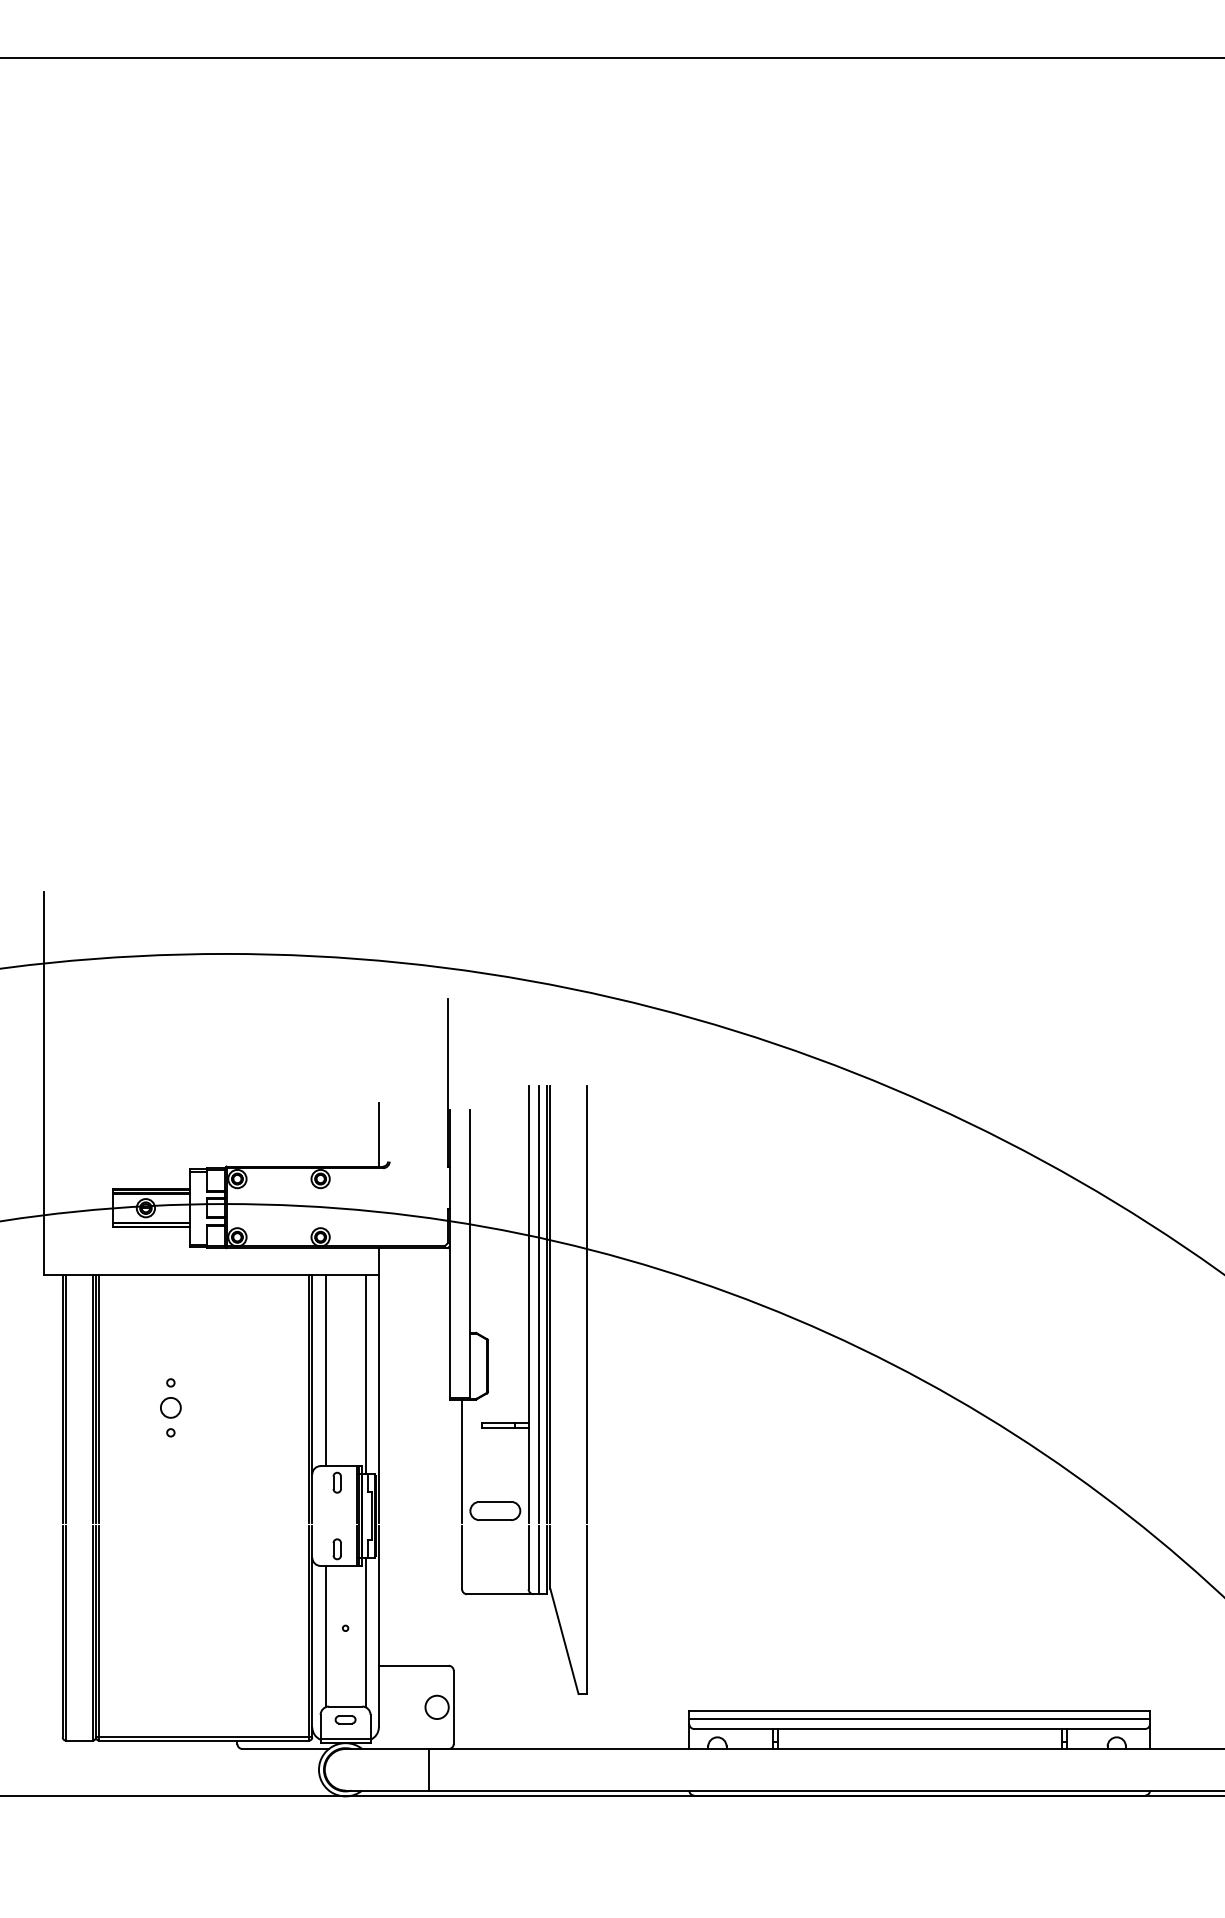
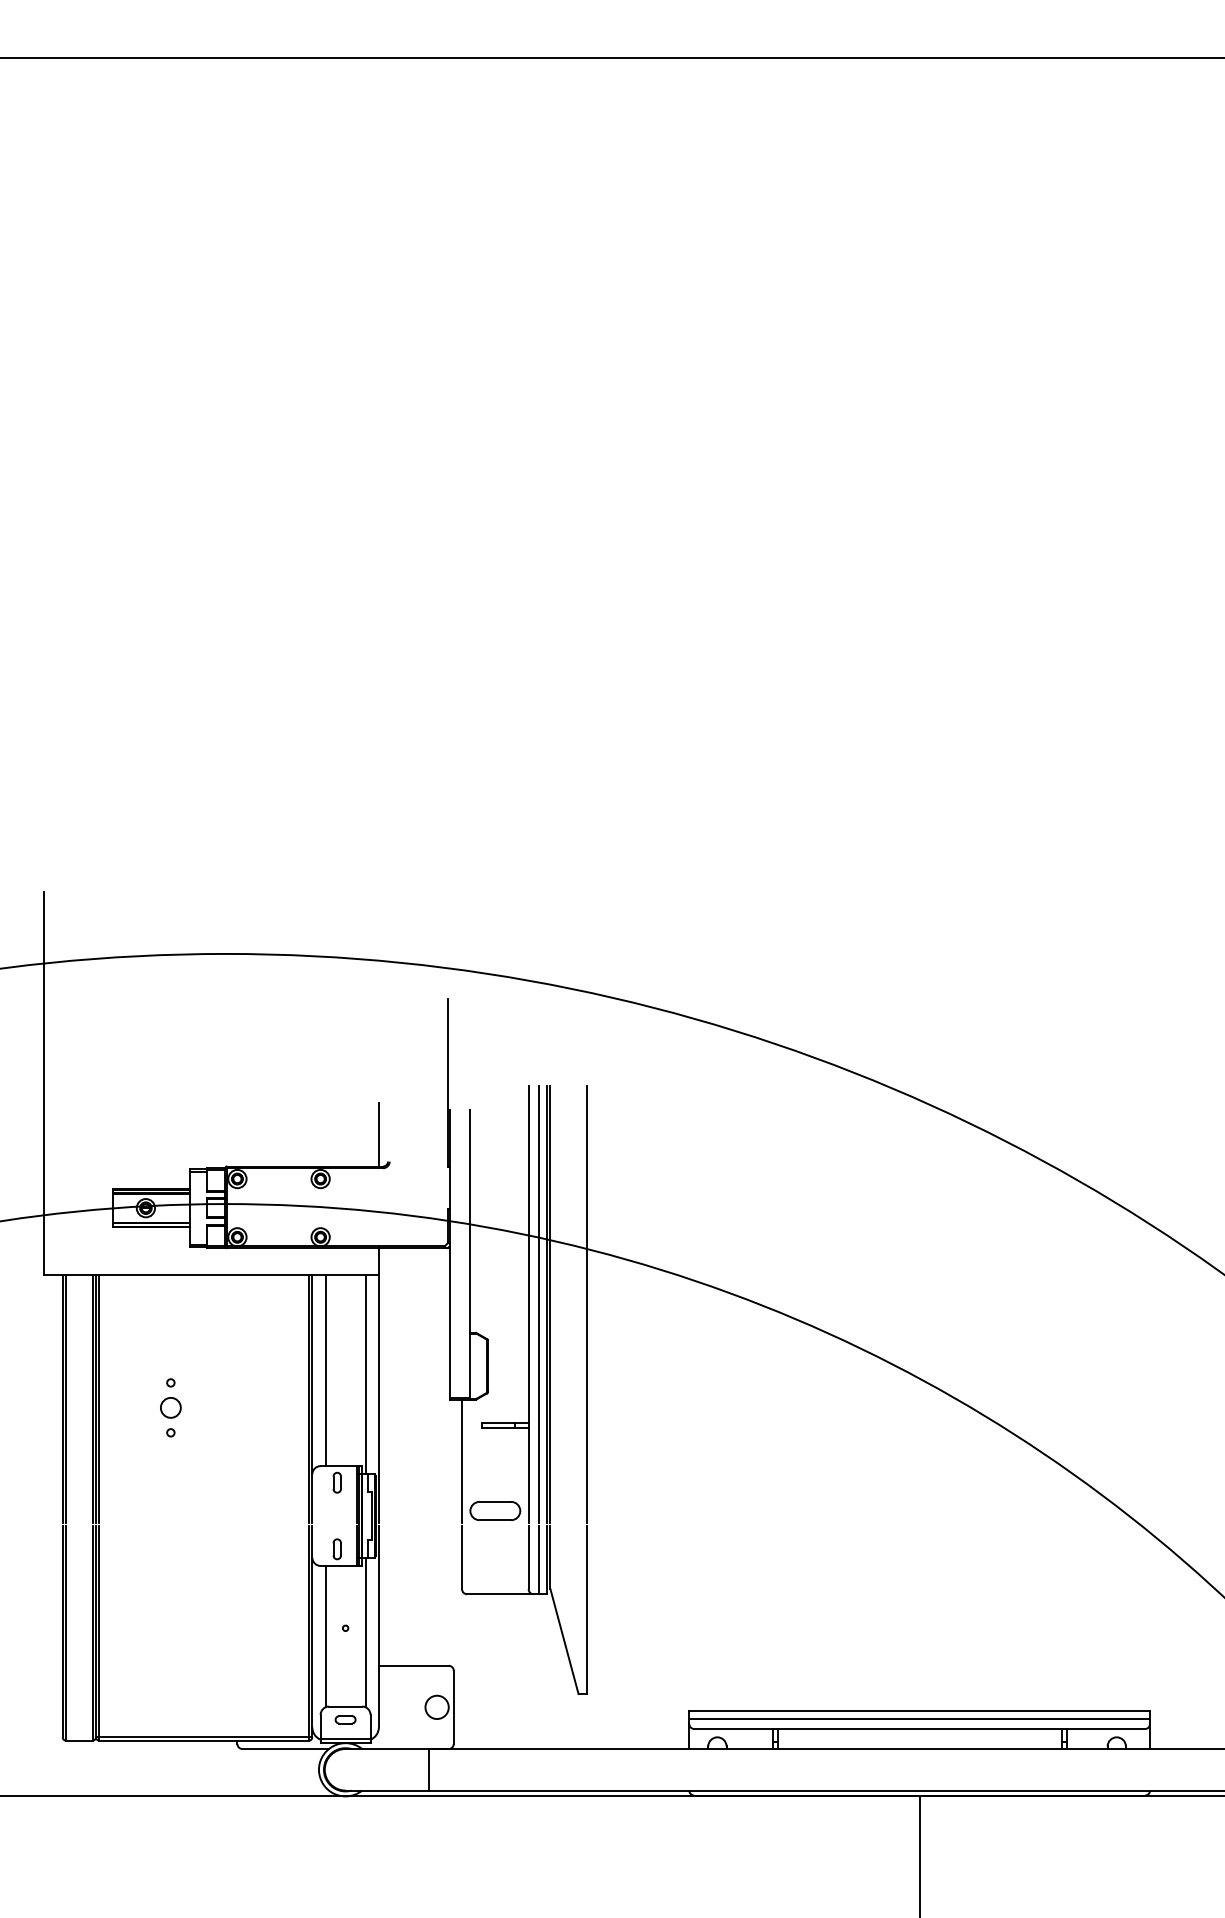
line at (919, 1854): none -> present
